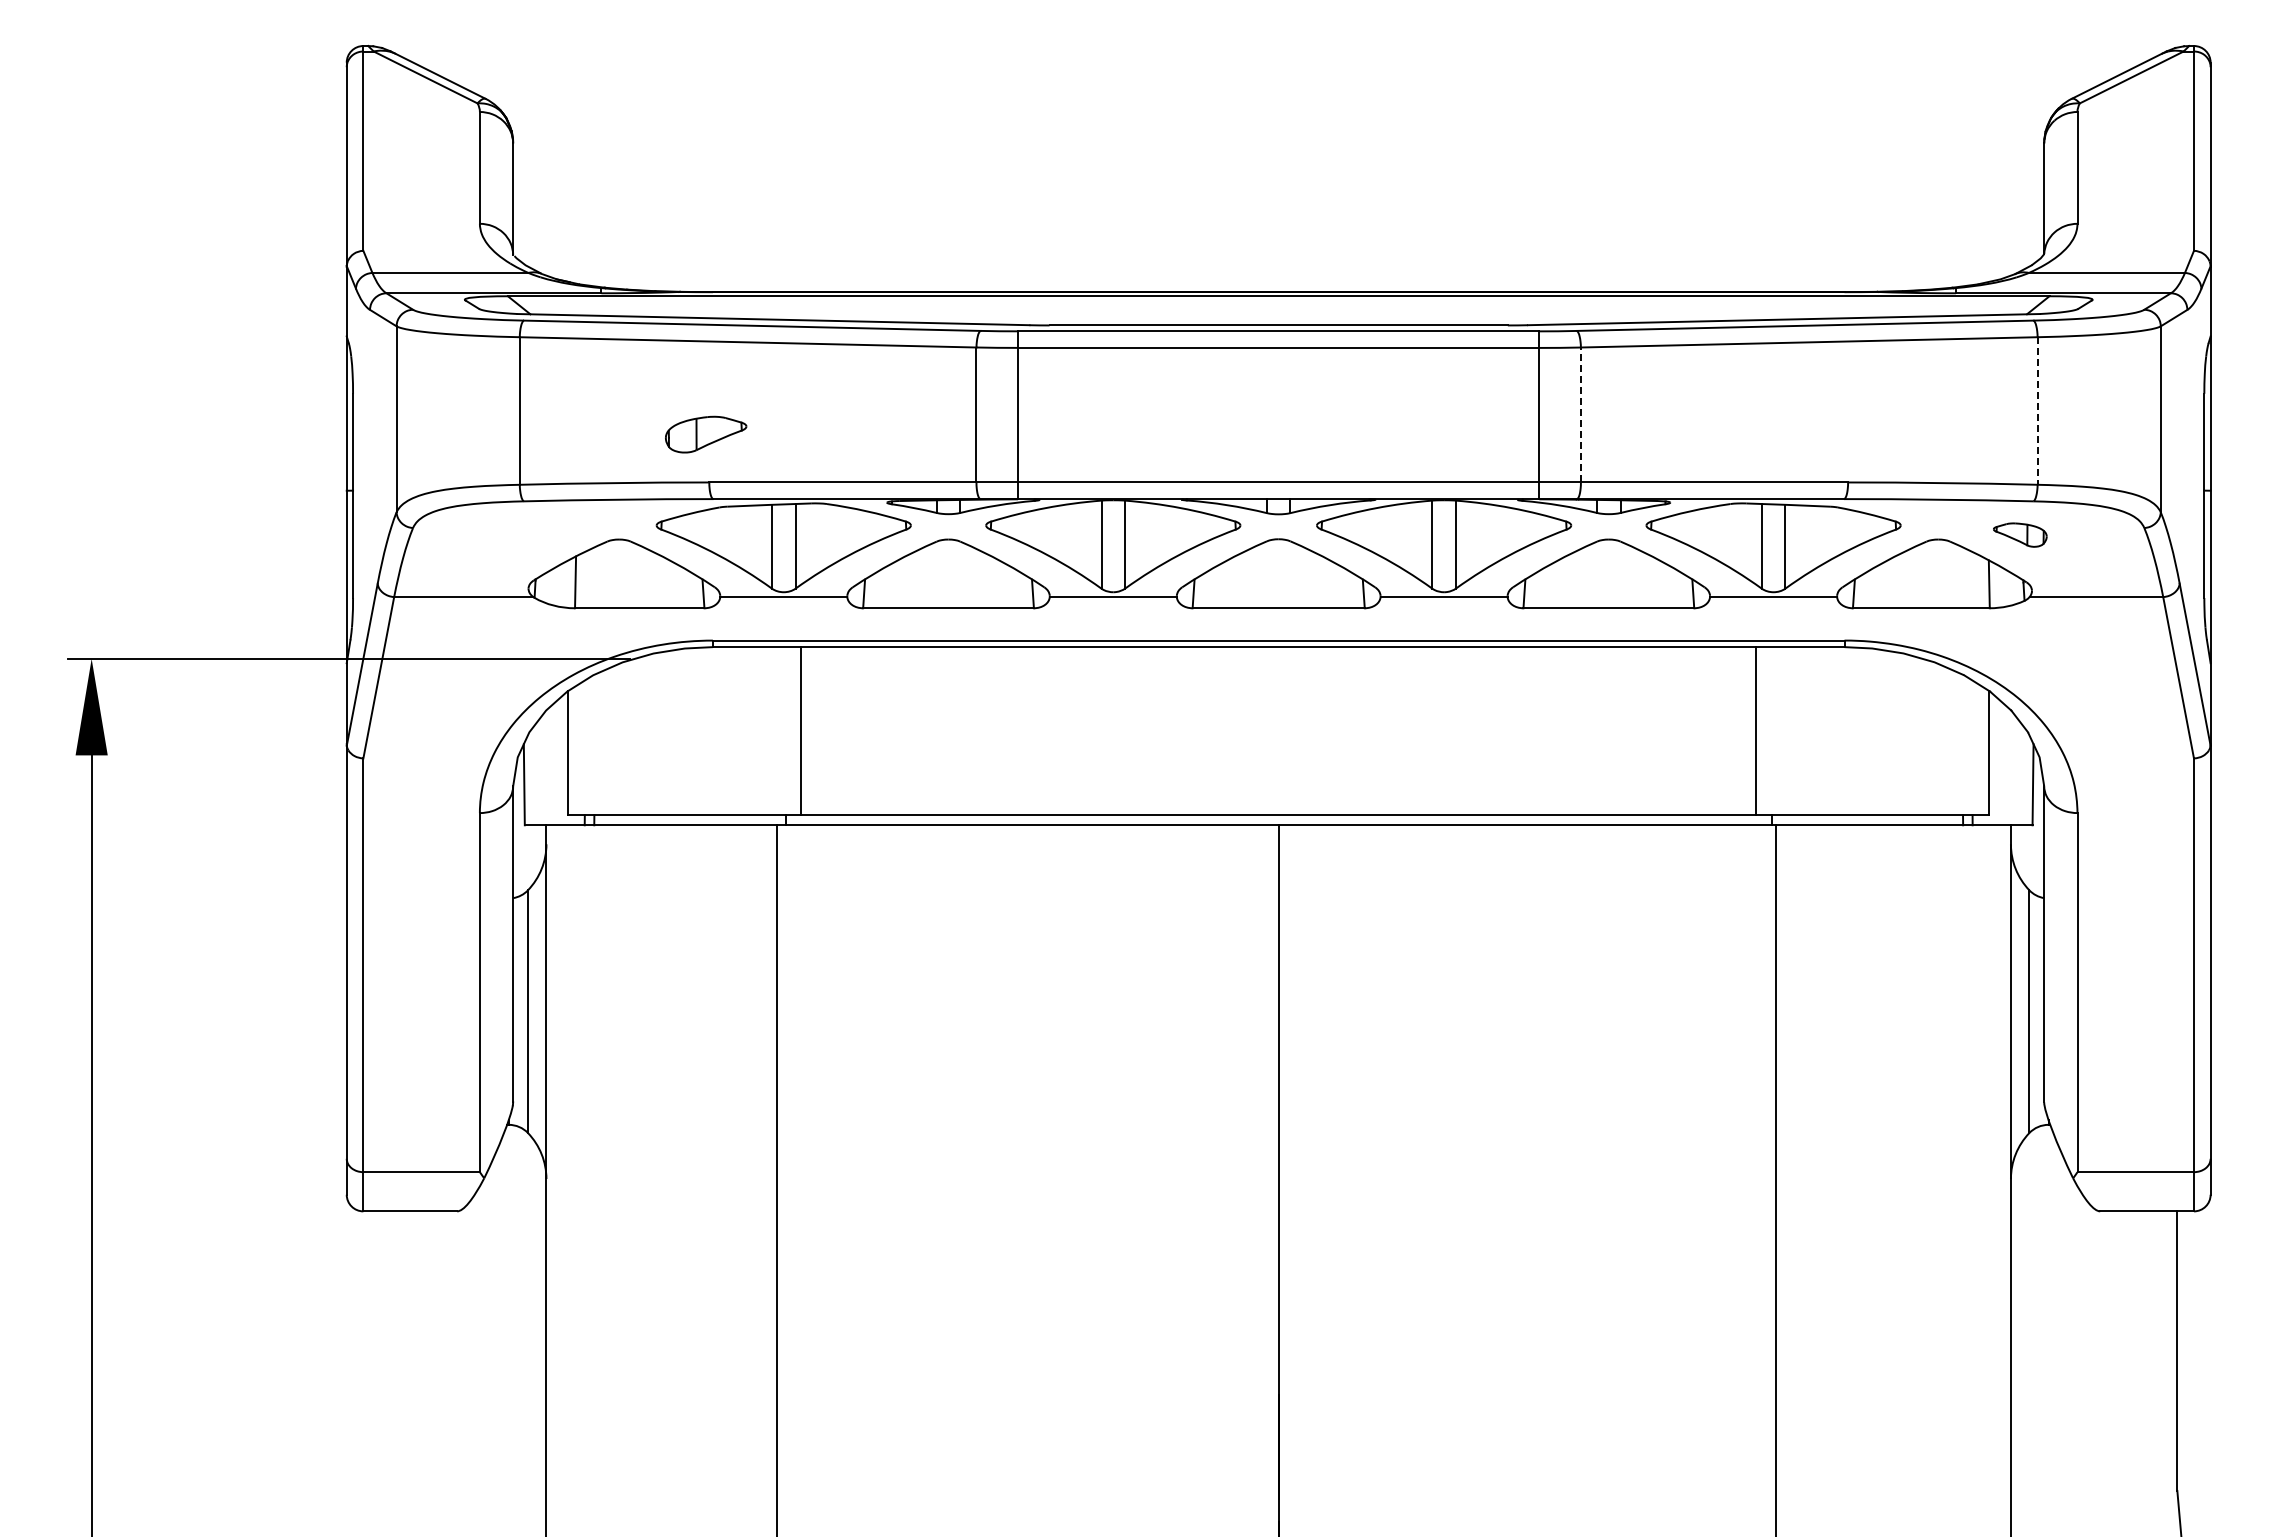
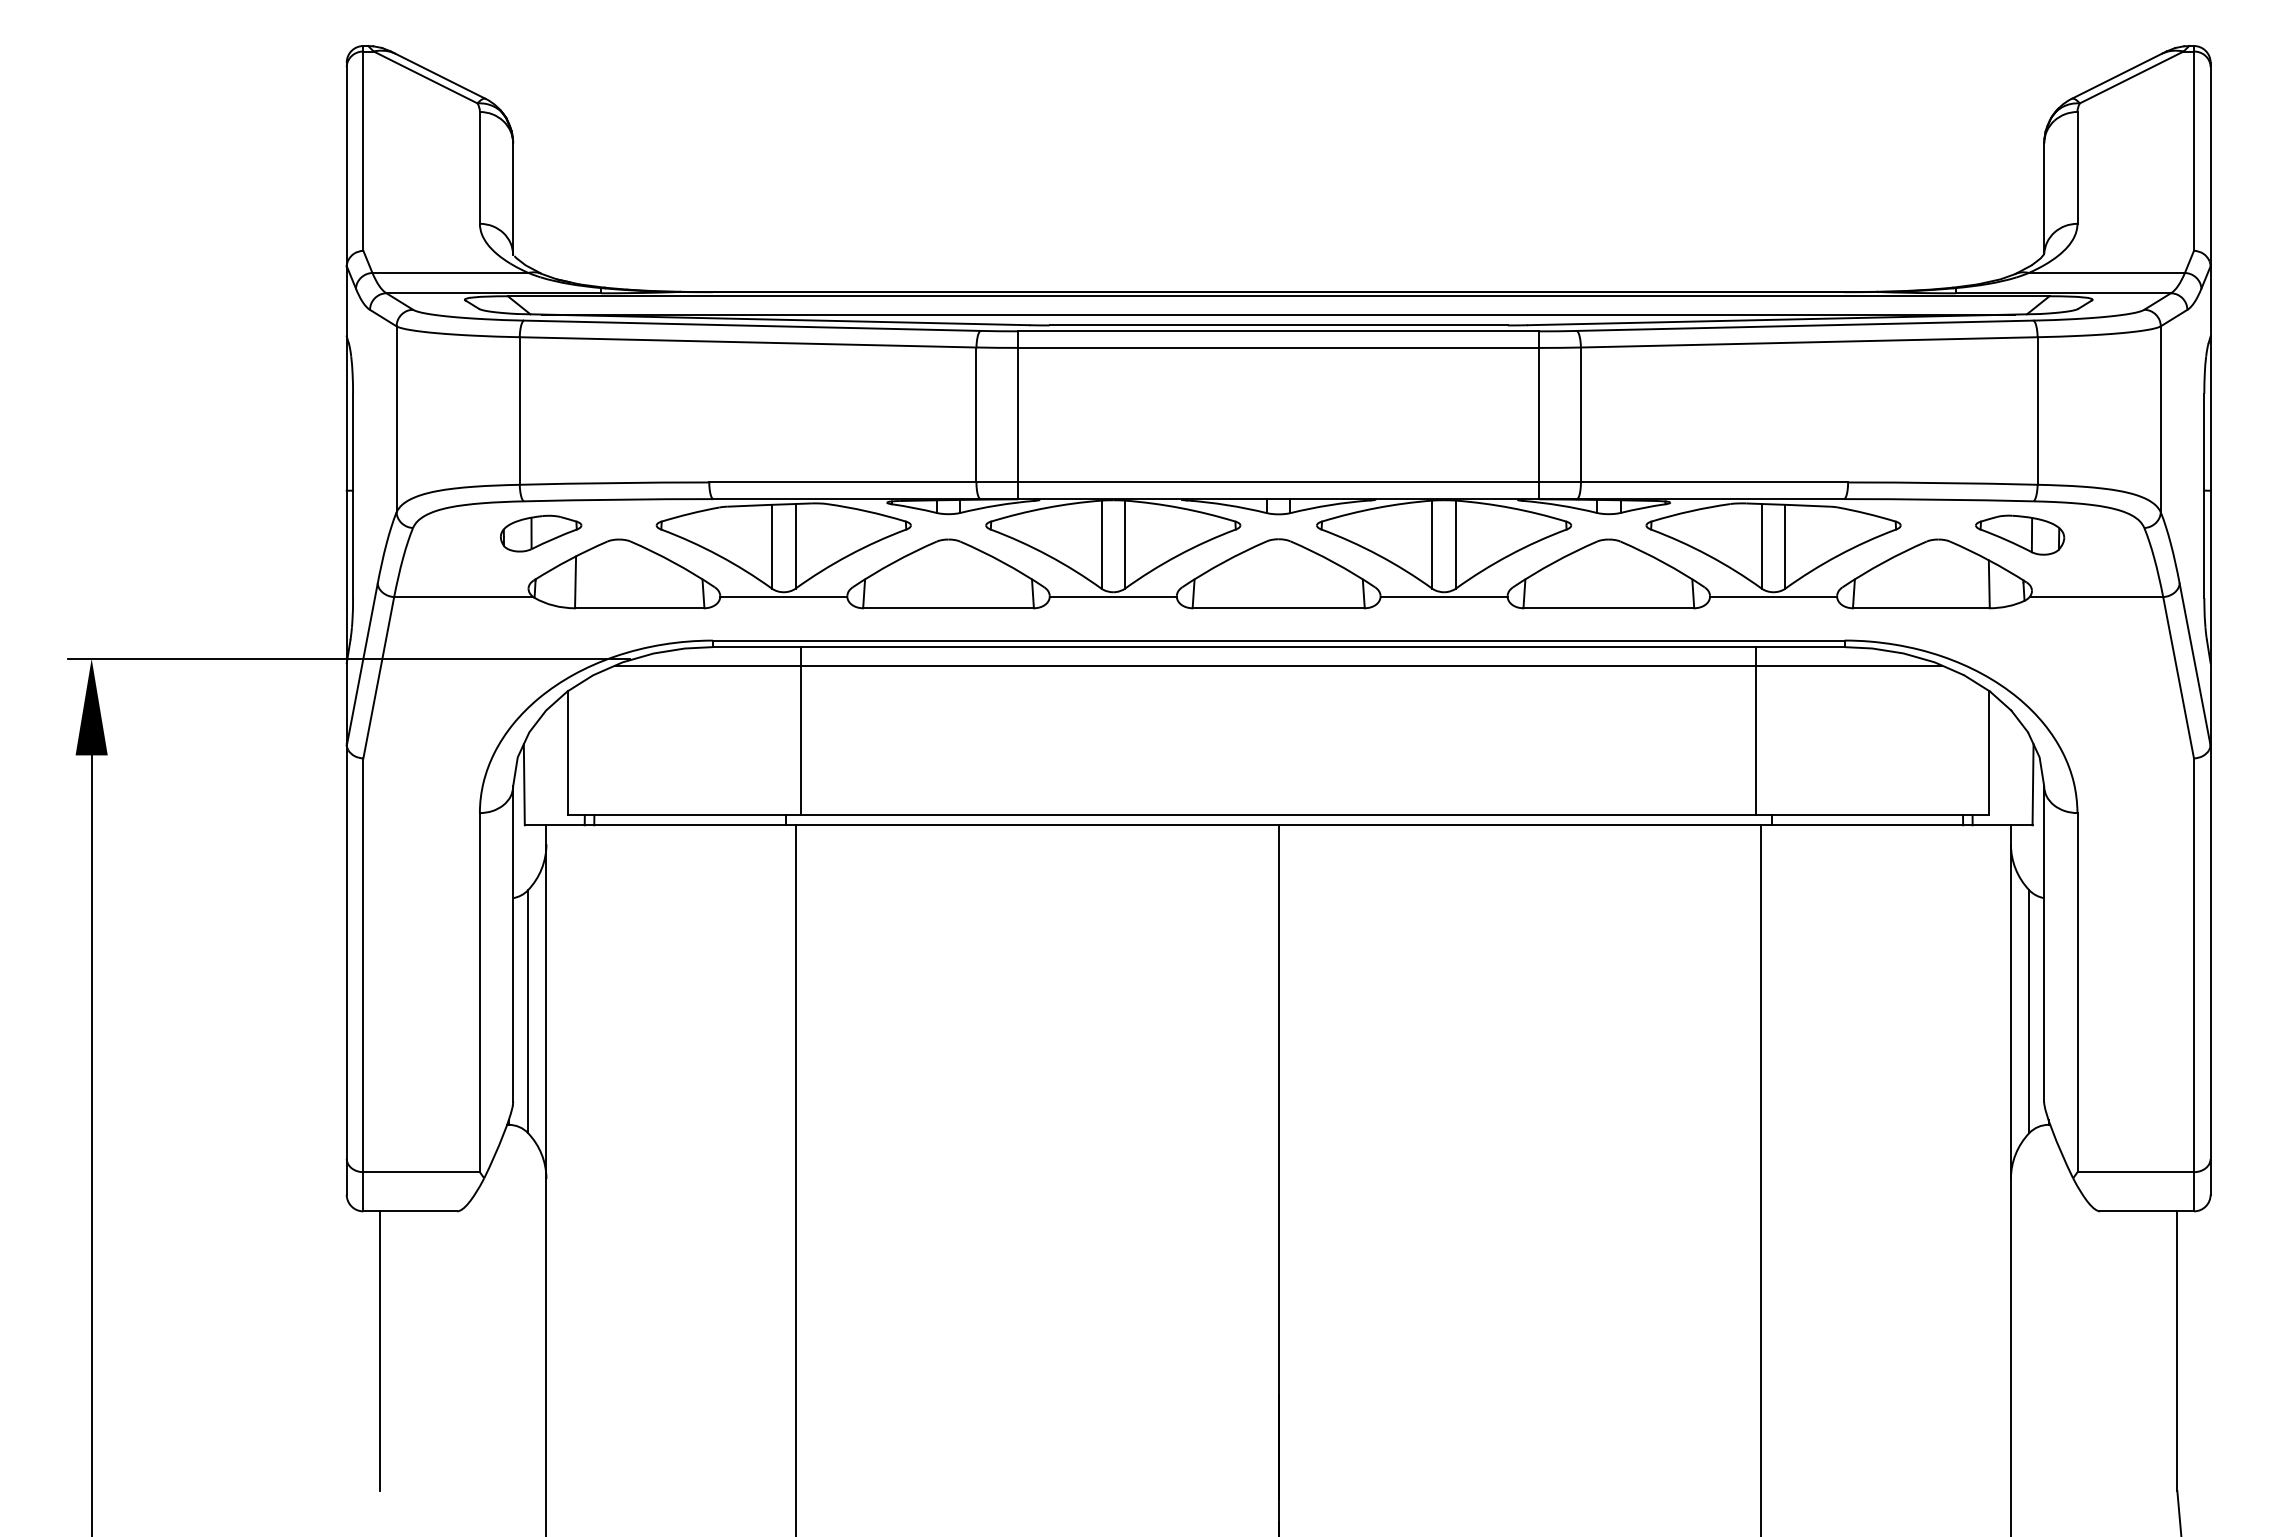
line at (1278, 314): none -> present
line at (2037, 411): dashed -> solid
line at (1580, 414): dashed -> solid
part at (706, 434) position: (706, 434) -> (541, 533)
part at (2020, 534) size: 55x26 px -> 91x42 px
line at (1278, 665): none -> present
line at (777, 1179) position: (777, 1179) -> (796, 1179)
line at (1776, 1179) position: (1776, 1179) -> (1761, 1179)
line at (380, 1350): none -> present
